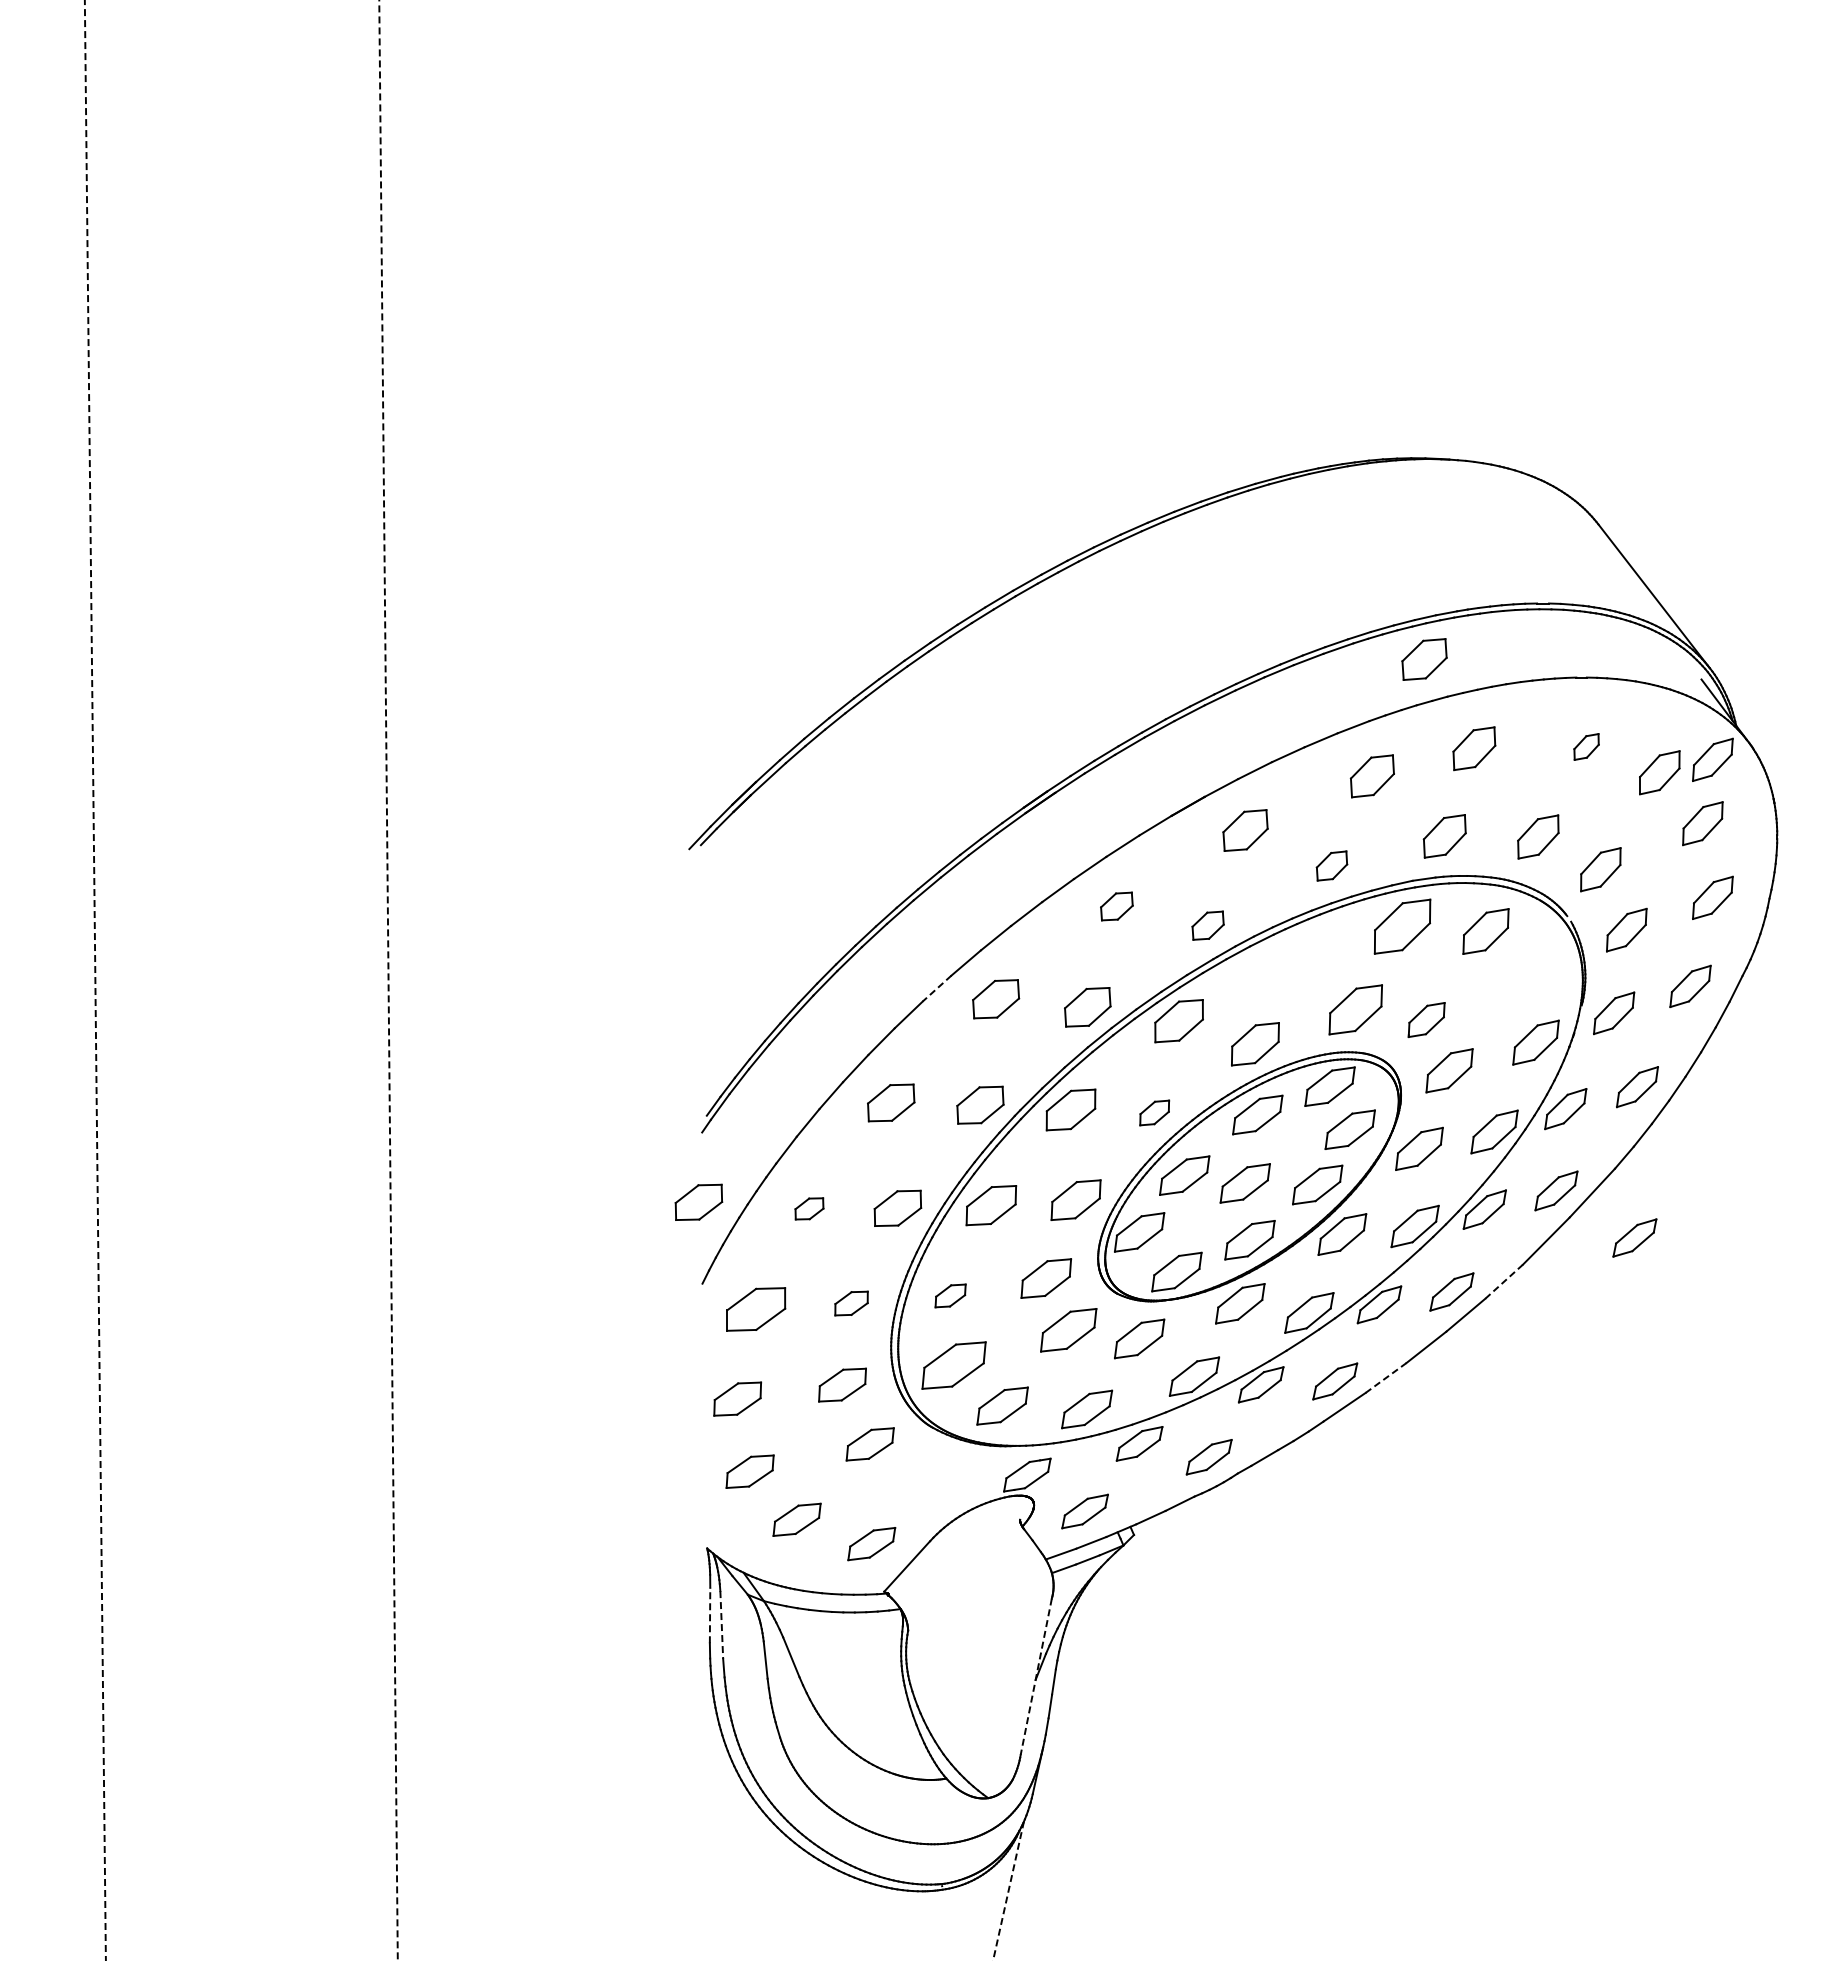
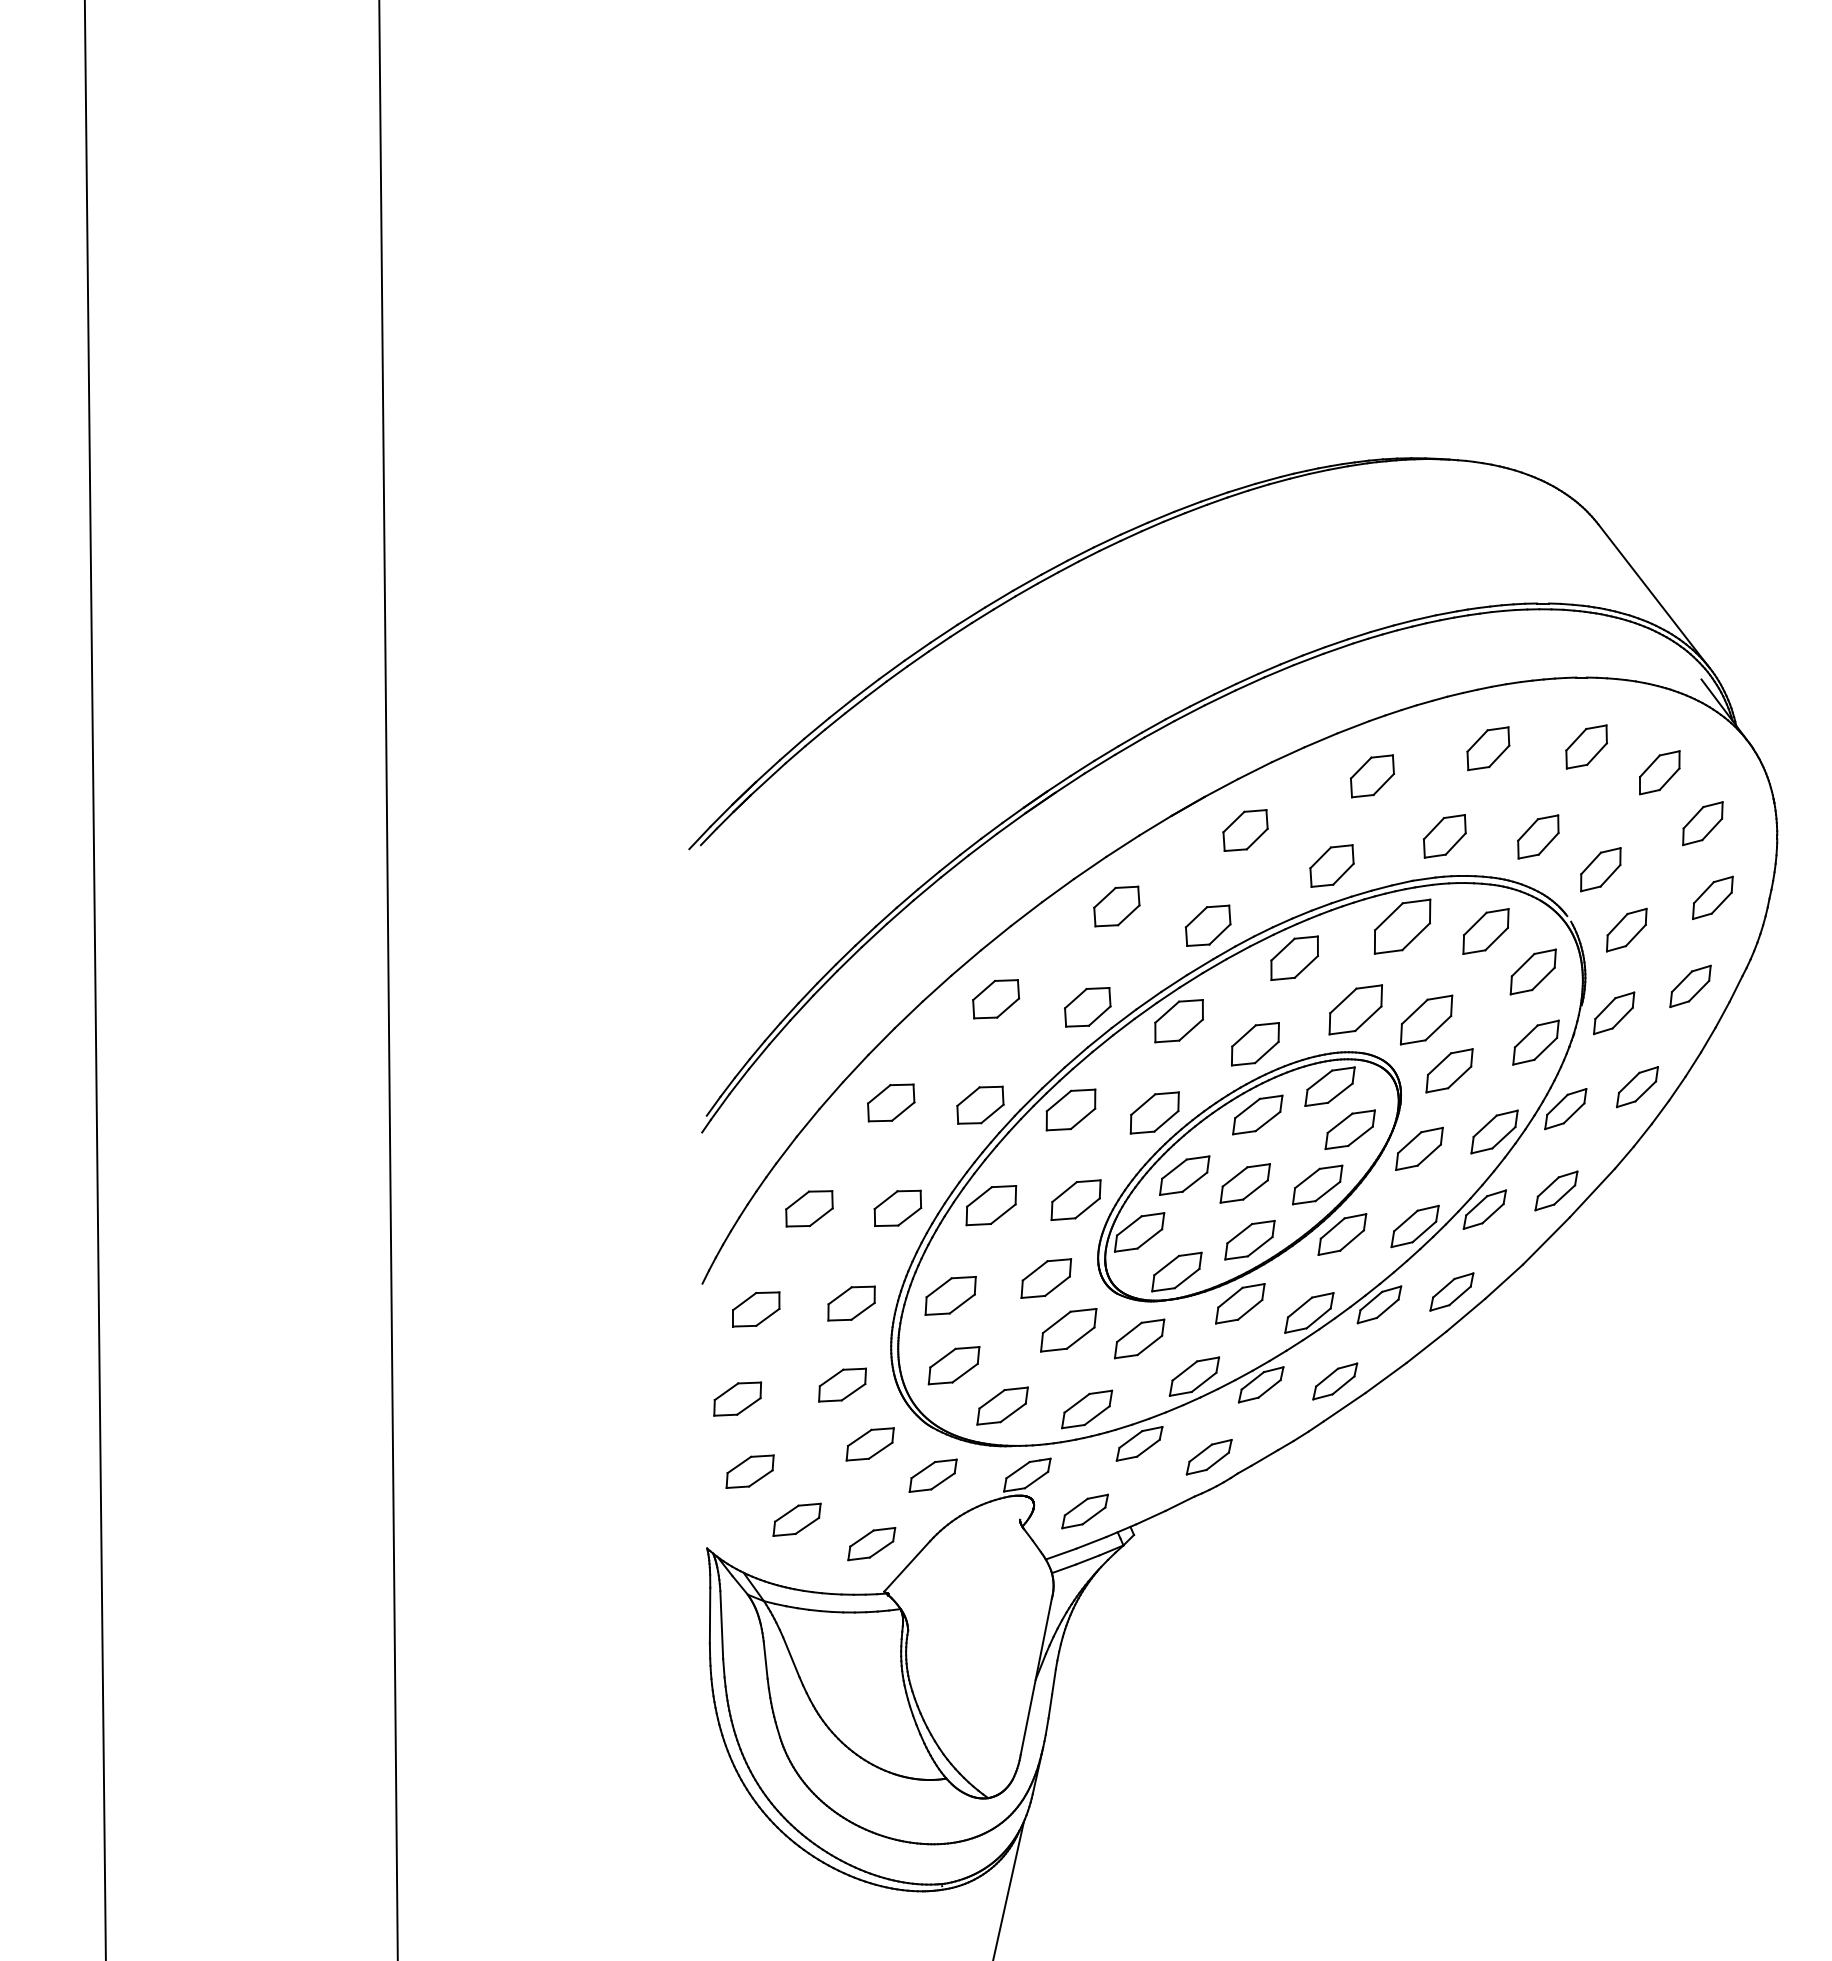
part at (1424, 659): present -> none
part at (1586, 746) size: 27x28 px -> 43x46 px
part at (1474, 748) position: (1474, 748) -> (1488, 748)
part at (1712, 759): present -> none
part at (1331, 865) size: 34x32 px -> 46x44 px
part at (1116, 906) size: 34x31 px -> 48x43 px
part at (1207, 925) size: 34x31 px -> 48x43 px
part at (1294, 957): none -> present
part at (1532, 971): none -> present
line at (95, 980): dashed -> solid
line at (388, 981): dashed -> solid
line at (936, 988): dashed -> solid
part at (1426, 1019) size: 39x36 px -> 54x52 px
part at (1154, 1112) size: 32x28 px -> 51x44 px
part at (698, 1201): present -> none
part at (809, 1208) size: 31x24 px -> 49x38 px
part at (1634, 1237): present -> none
line at (1504, 1281): dashed -> solid
part at (950, 1295) size: 33x26 px -> 53x40 px
part at (851, 1303) size: 35x27 px -> 49x37 px
part at (756, 1309) size: 61x45 px -> 49x37 px
part at (953, 1365) size: 66x49 px -> 54x40 px
line at (1386, 1377): dashed -> solid
part at (932, 1475): none -> present
line at (710, 1615): dashed -> solid
line at (721, 1625): dashed -> solid
line at (1036, 1676): dashed -> solid
line at (1008, 1891): dashed -> solid
